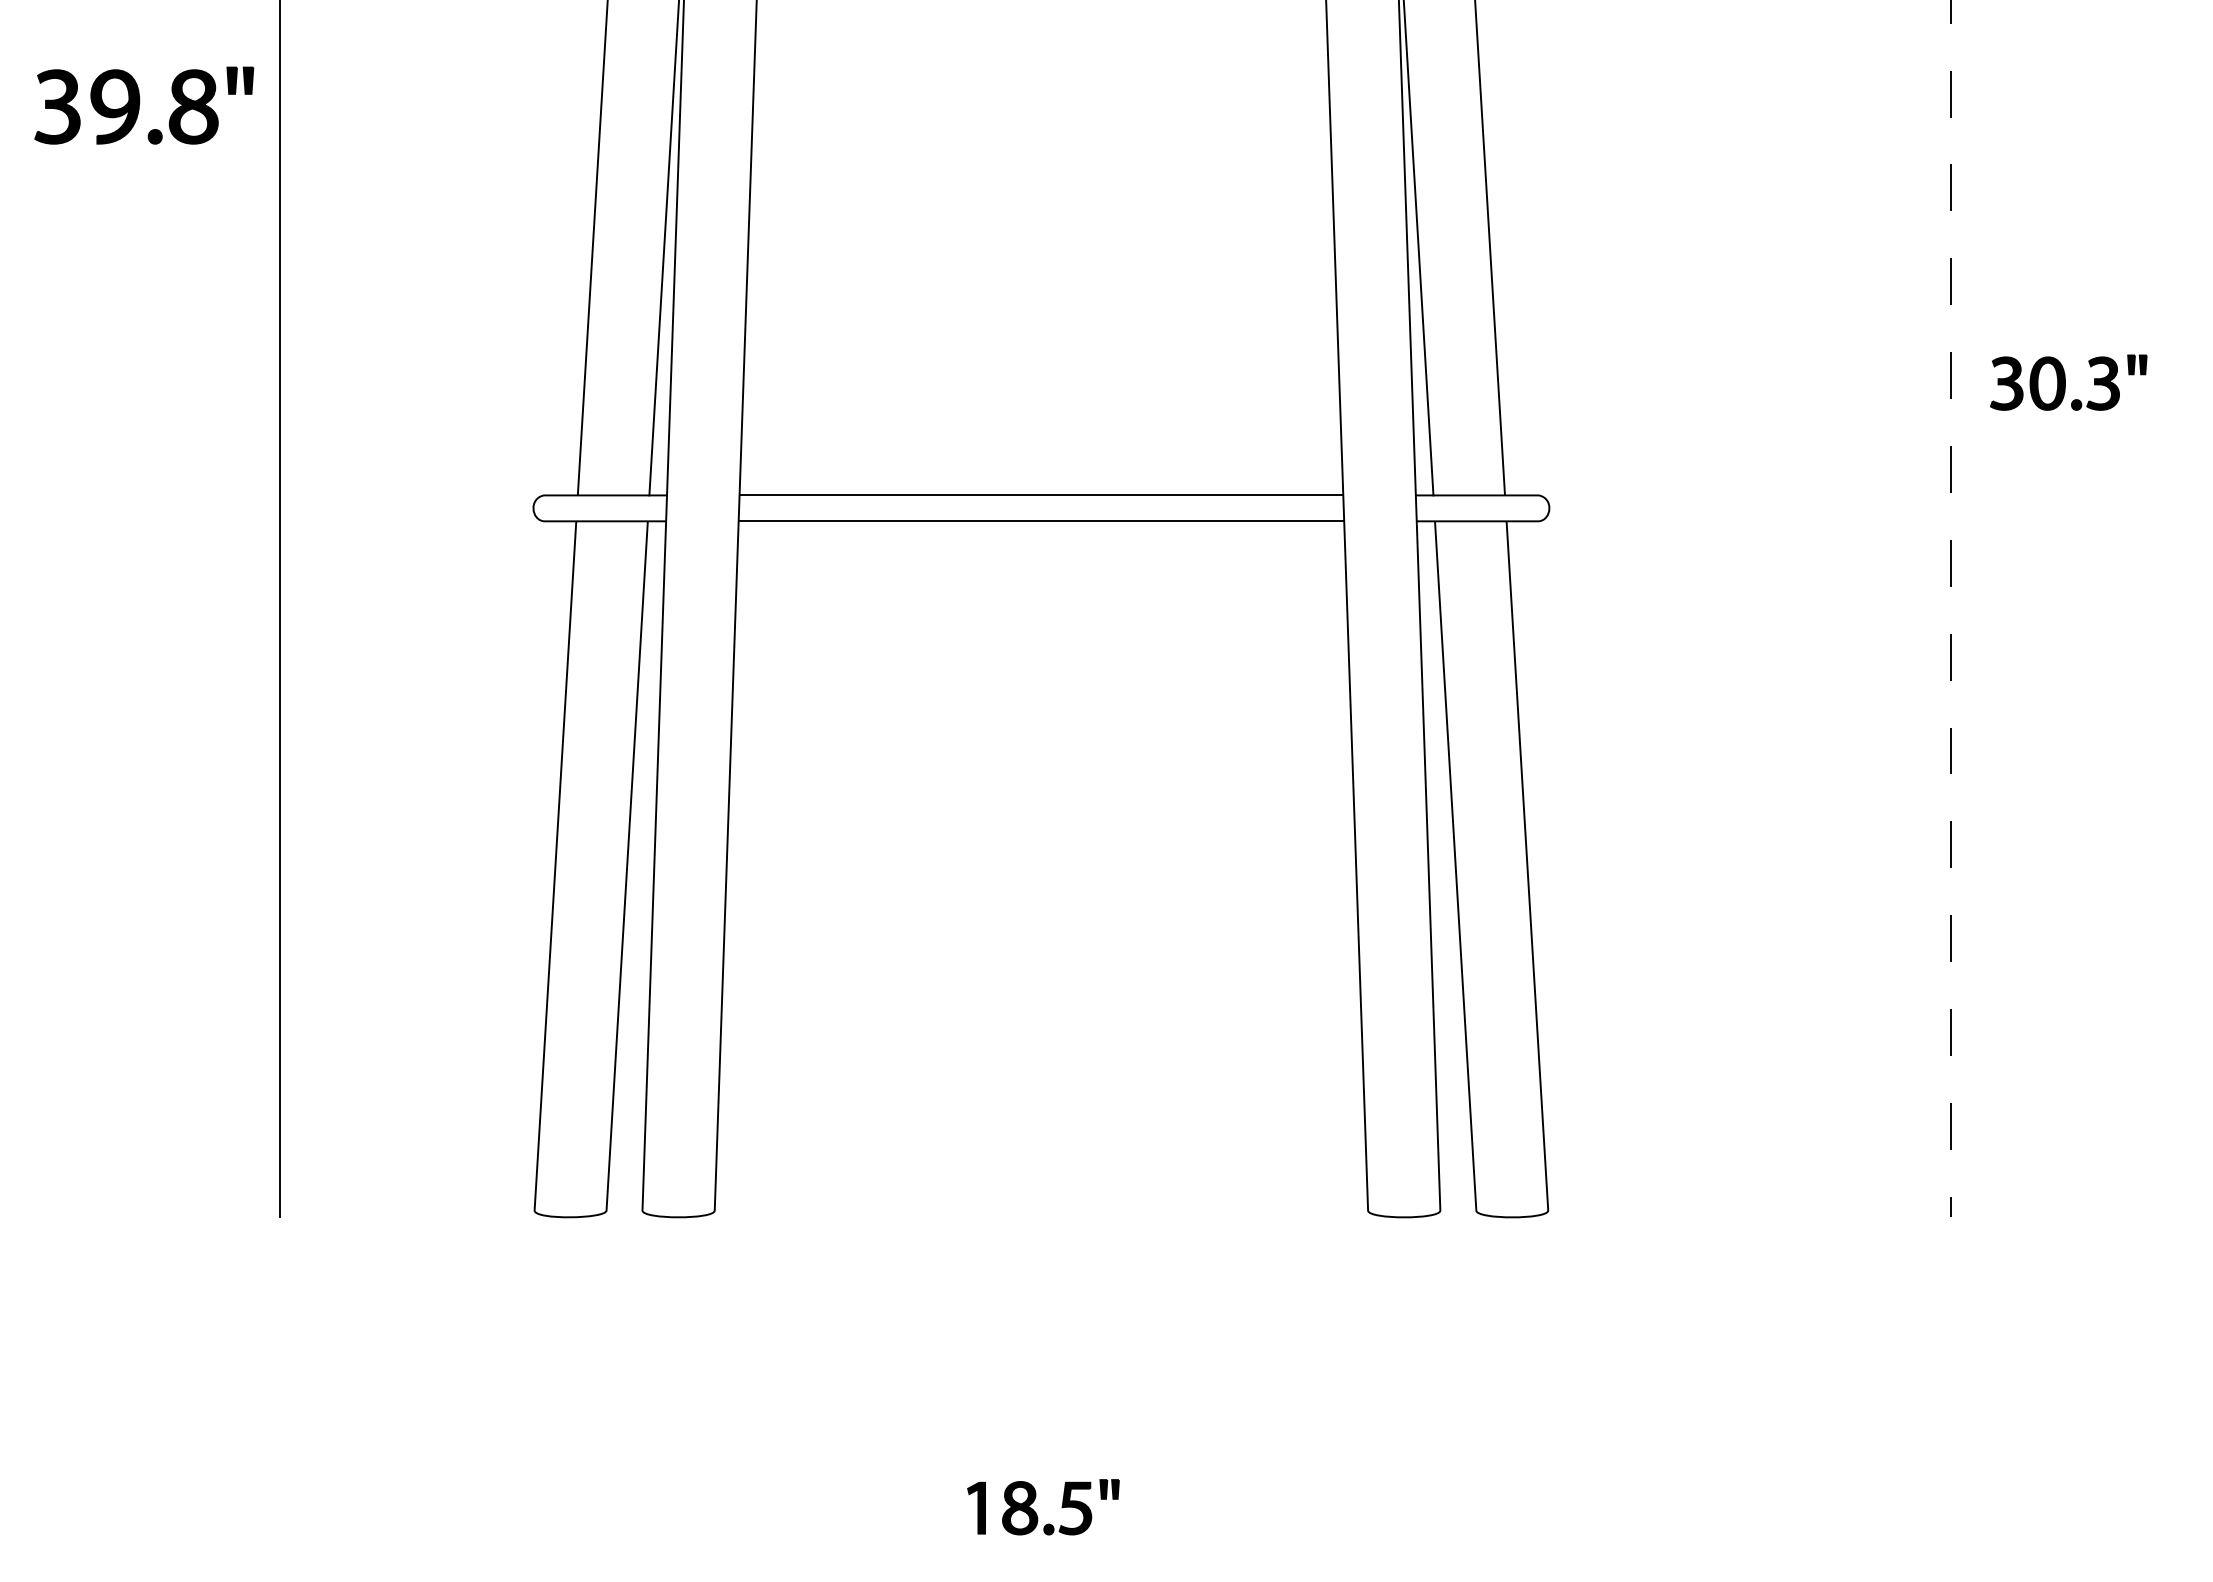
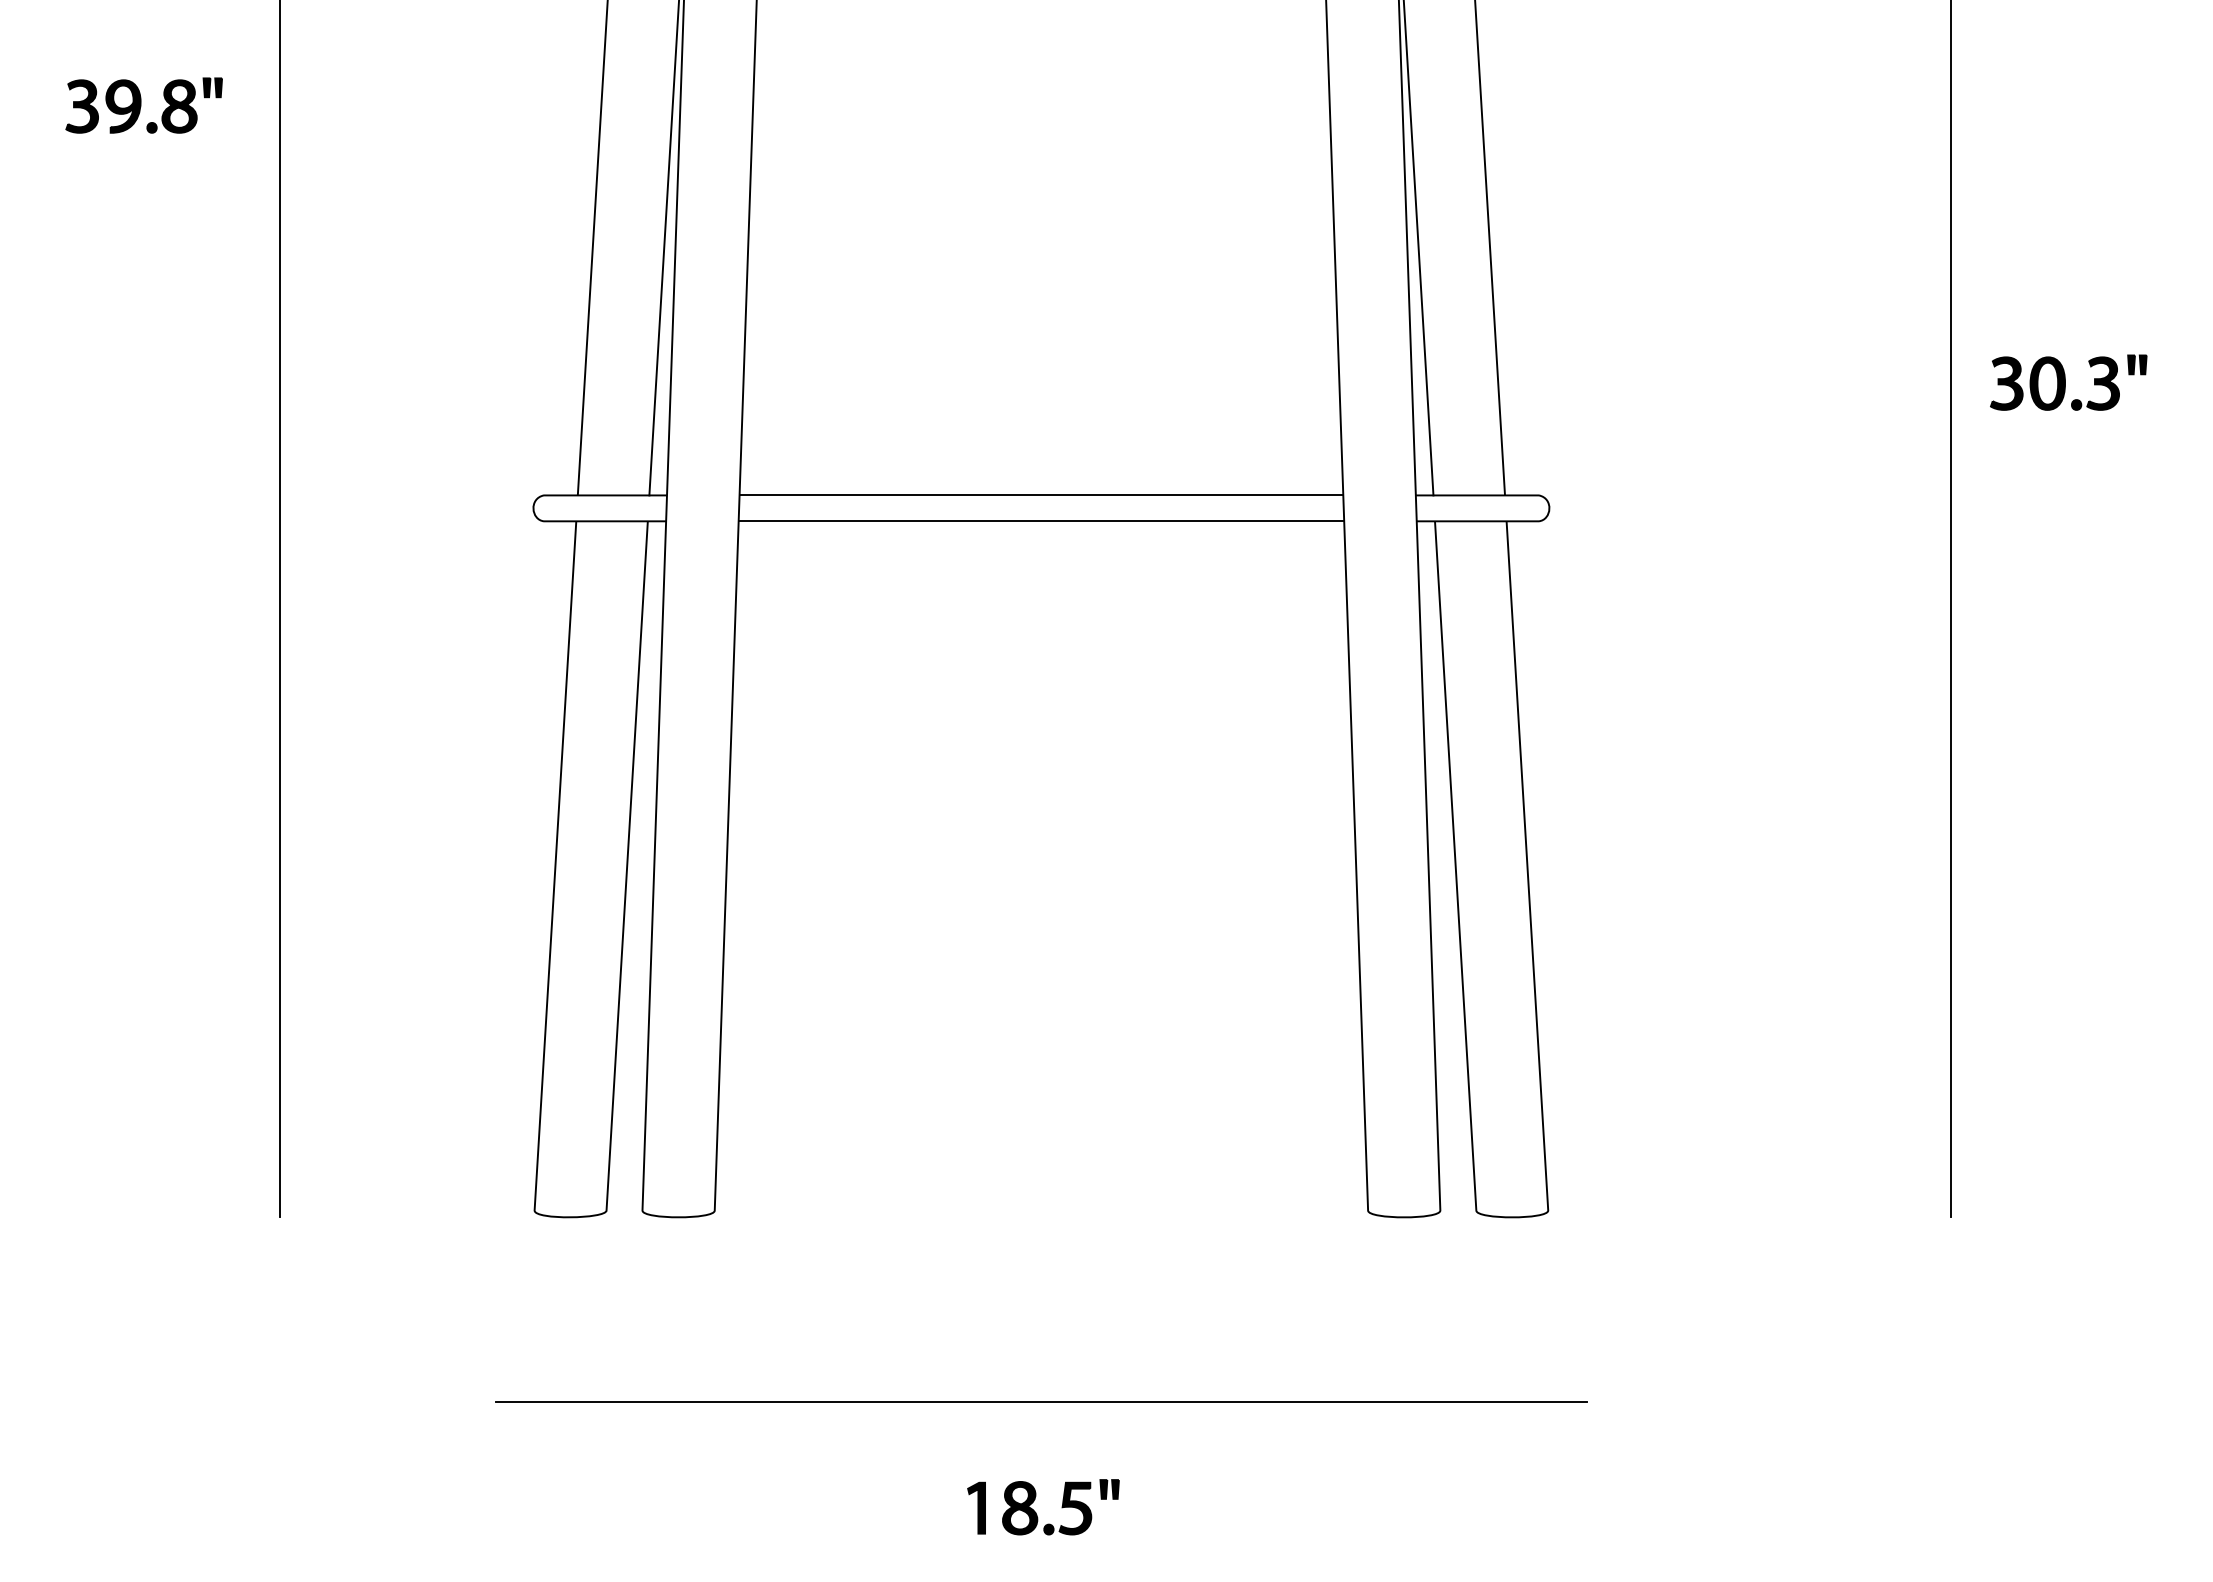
part at (144, 105) size: 221x79 px -> 158x57 px
line at (1950, 609): dashed -> solid
line at (1040, 1402): none -> present
